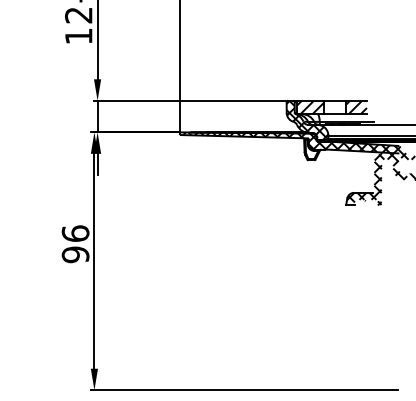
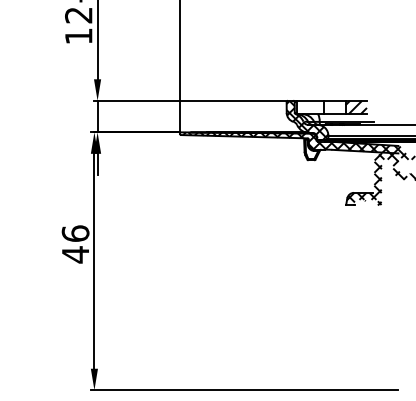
hatch at (310, 107): present -> none
text at (75, 254): 96 -> 46
